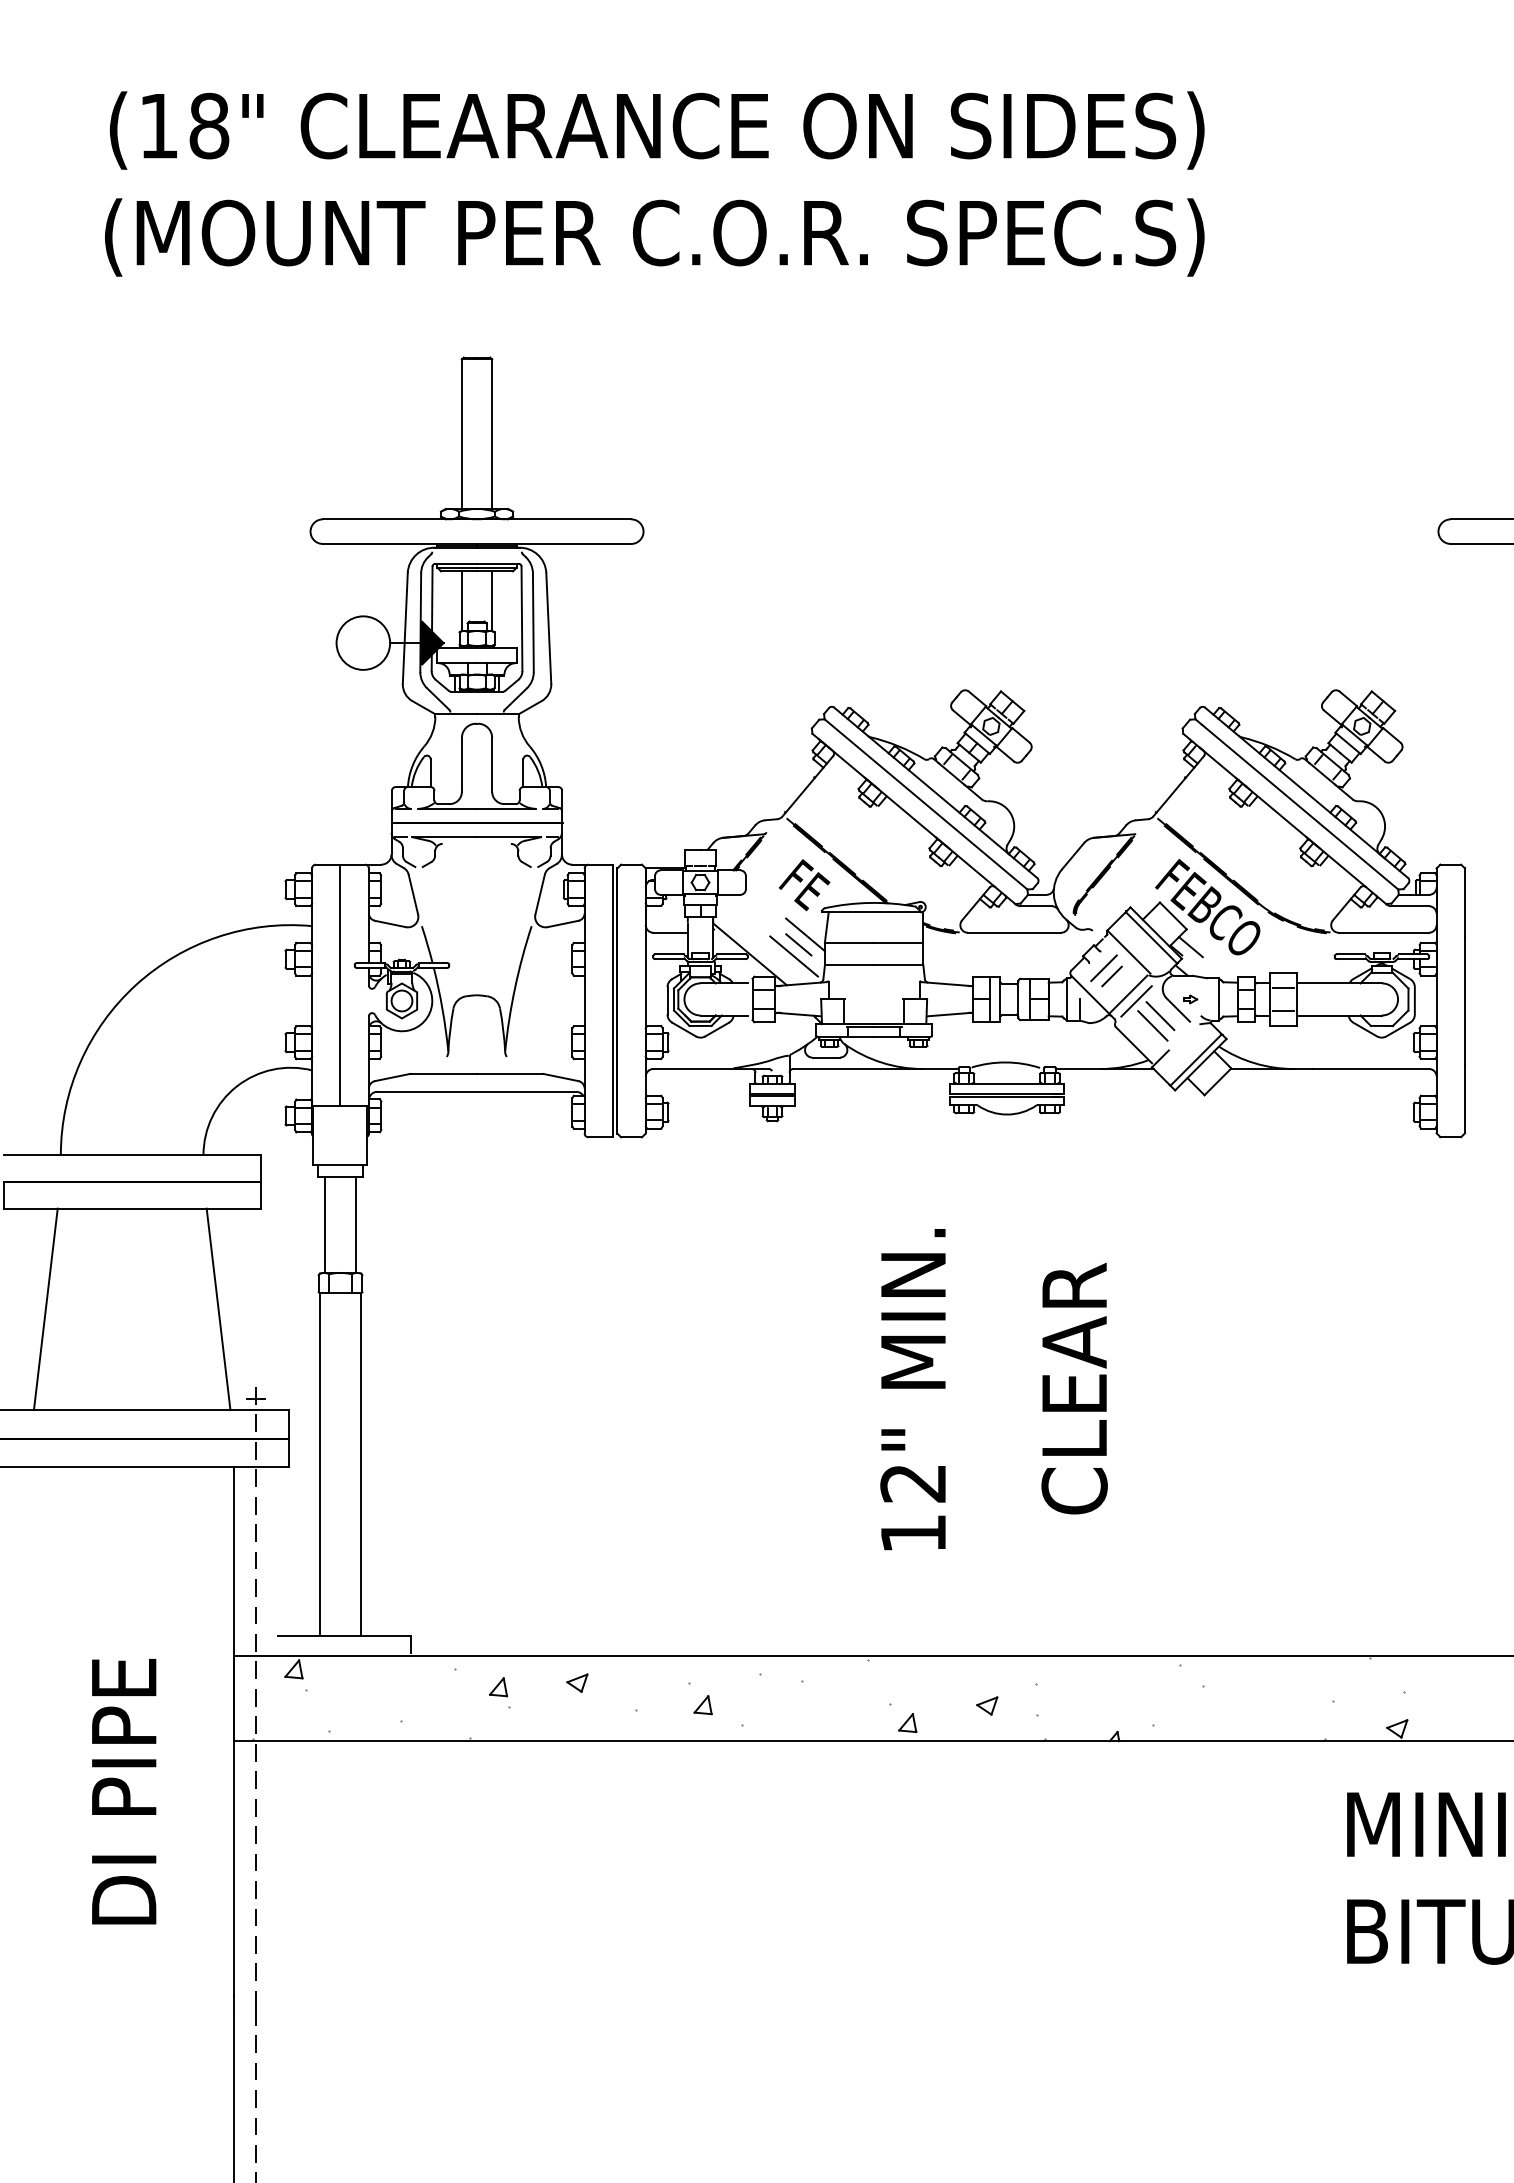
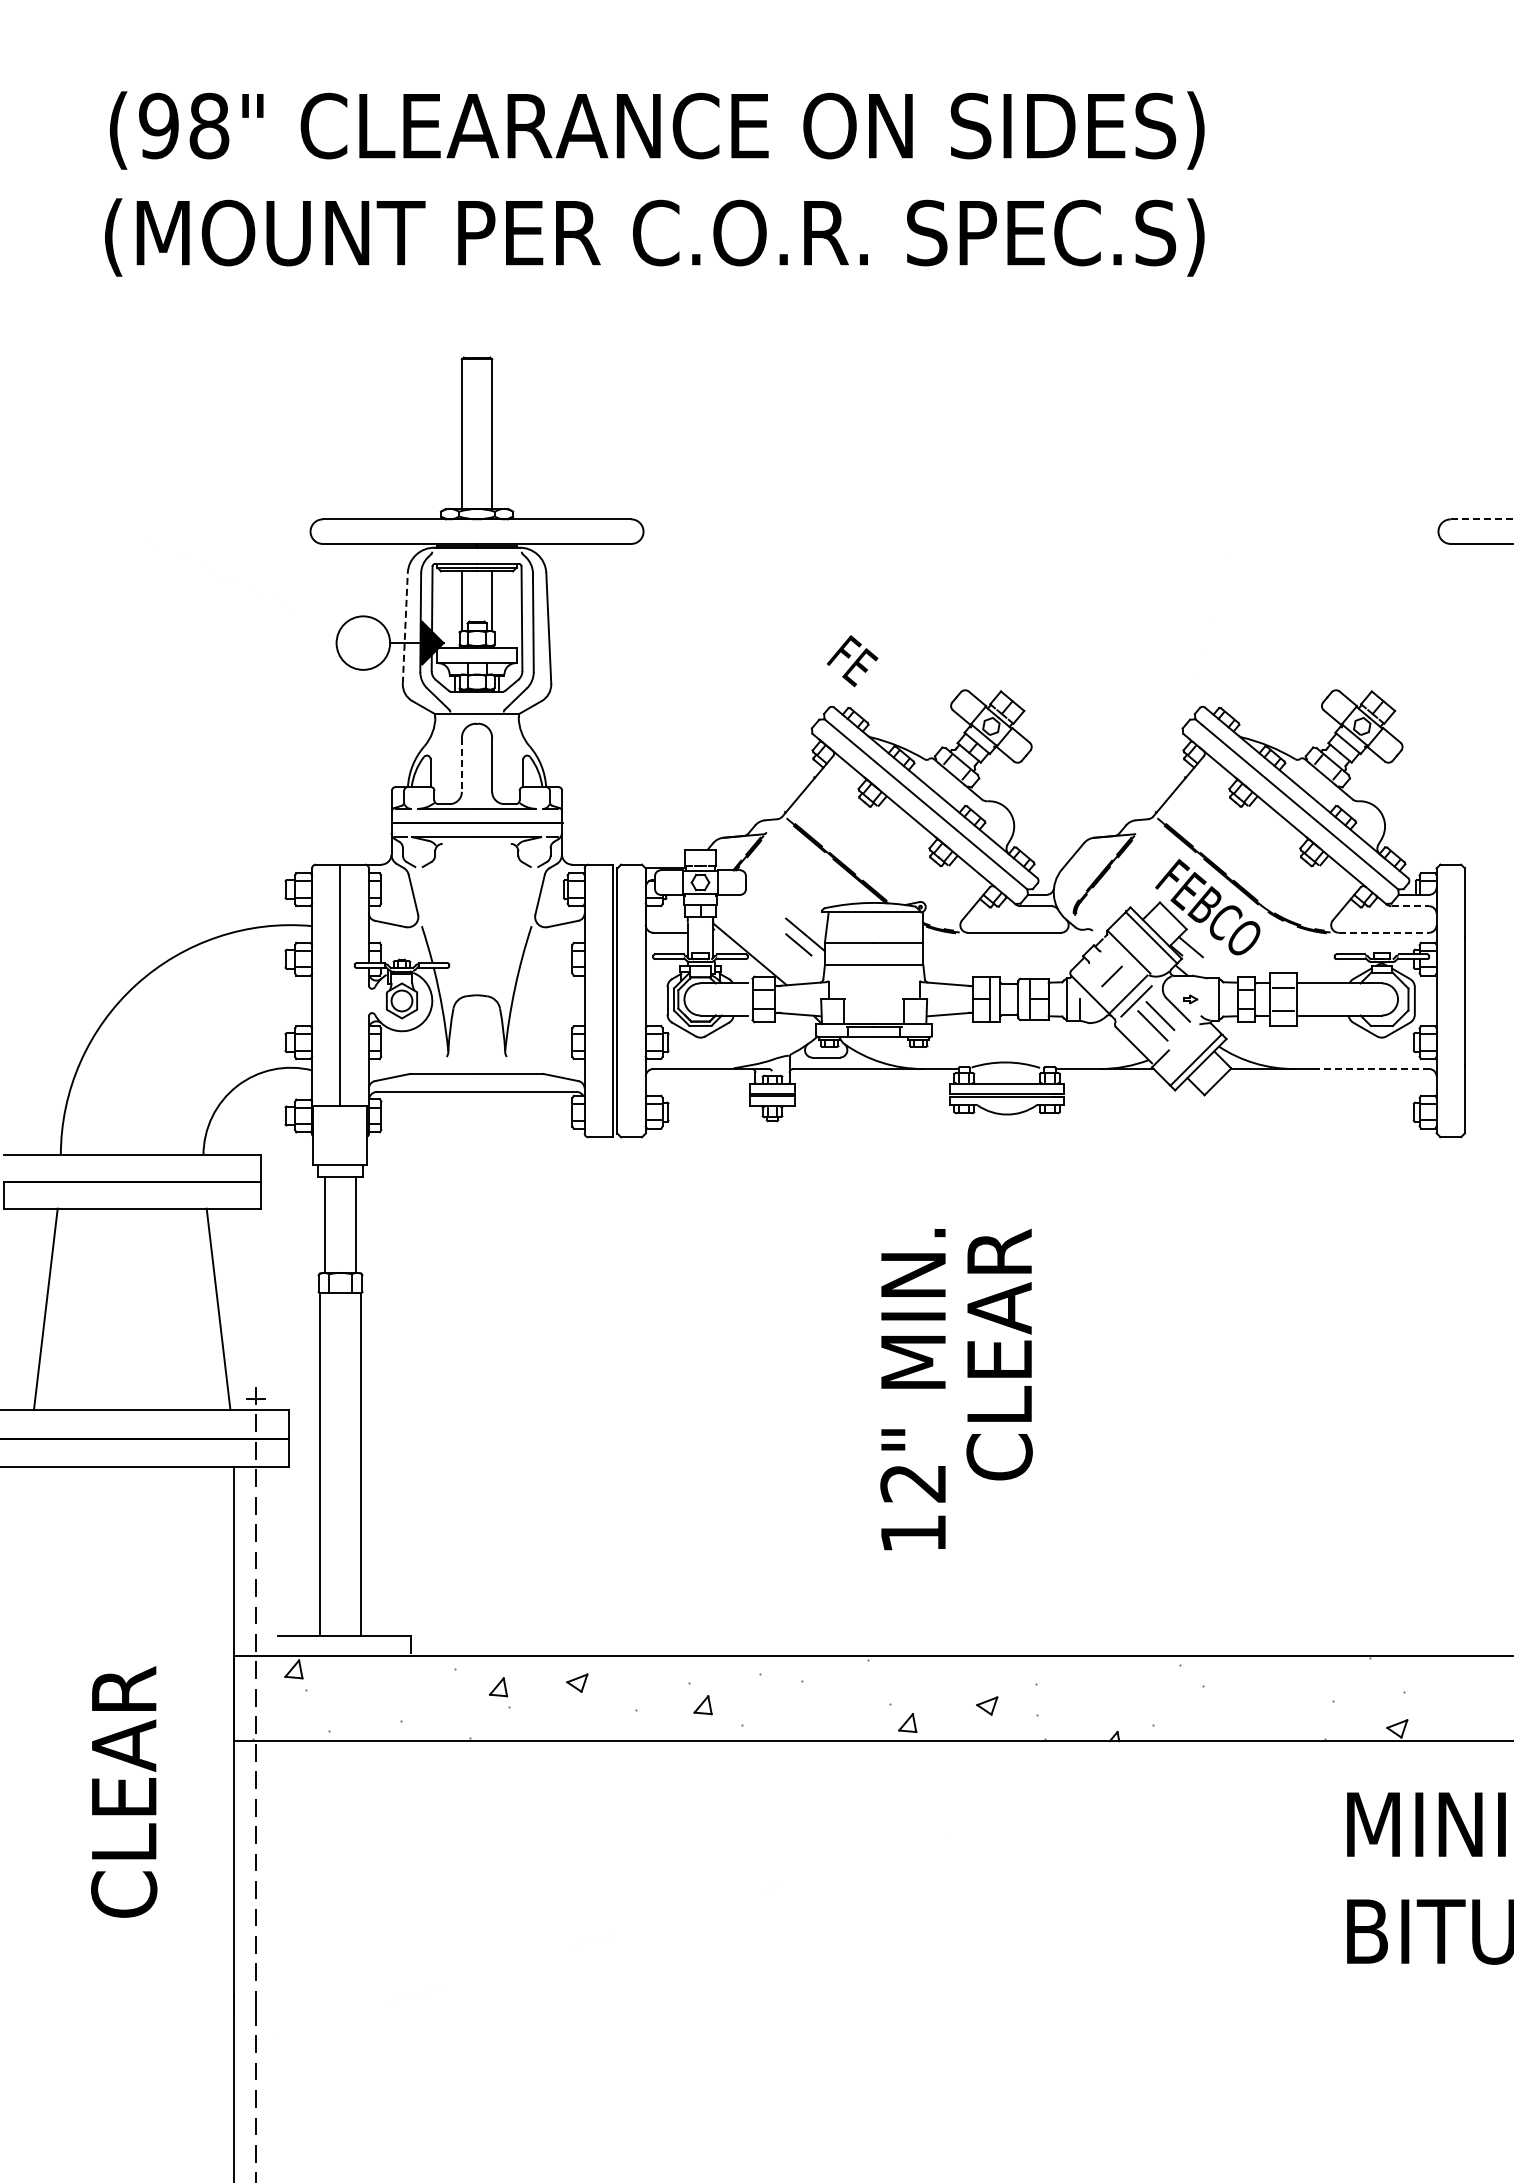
text at (158, 125): (18" -> (98"
line at (1482, 519): solid -> dashed
line at (405, 627): solid -> dashed
line at (461, 764): solid -> dashed
text at (804, 885) position: (804, 885) -> (852, 661)
line at (1410, 906): solid -> dashed
line at (1384, 932): solid -> dashed
line at (793, 956): present -> none
line at (1103, 968): present -> none
line at (1371, 1068): solid -> dashed
text at (1074, 1388) position: (1074, 1388) -> (999, 1354)
text at (124, 1791): DI PIPE -> CLEAR
